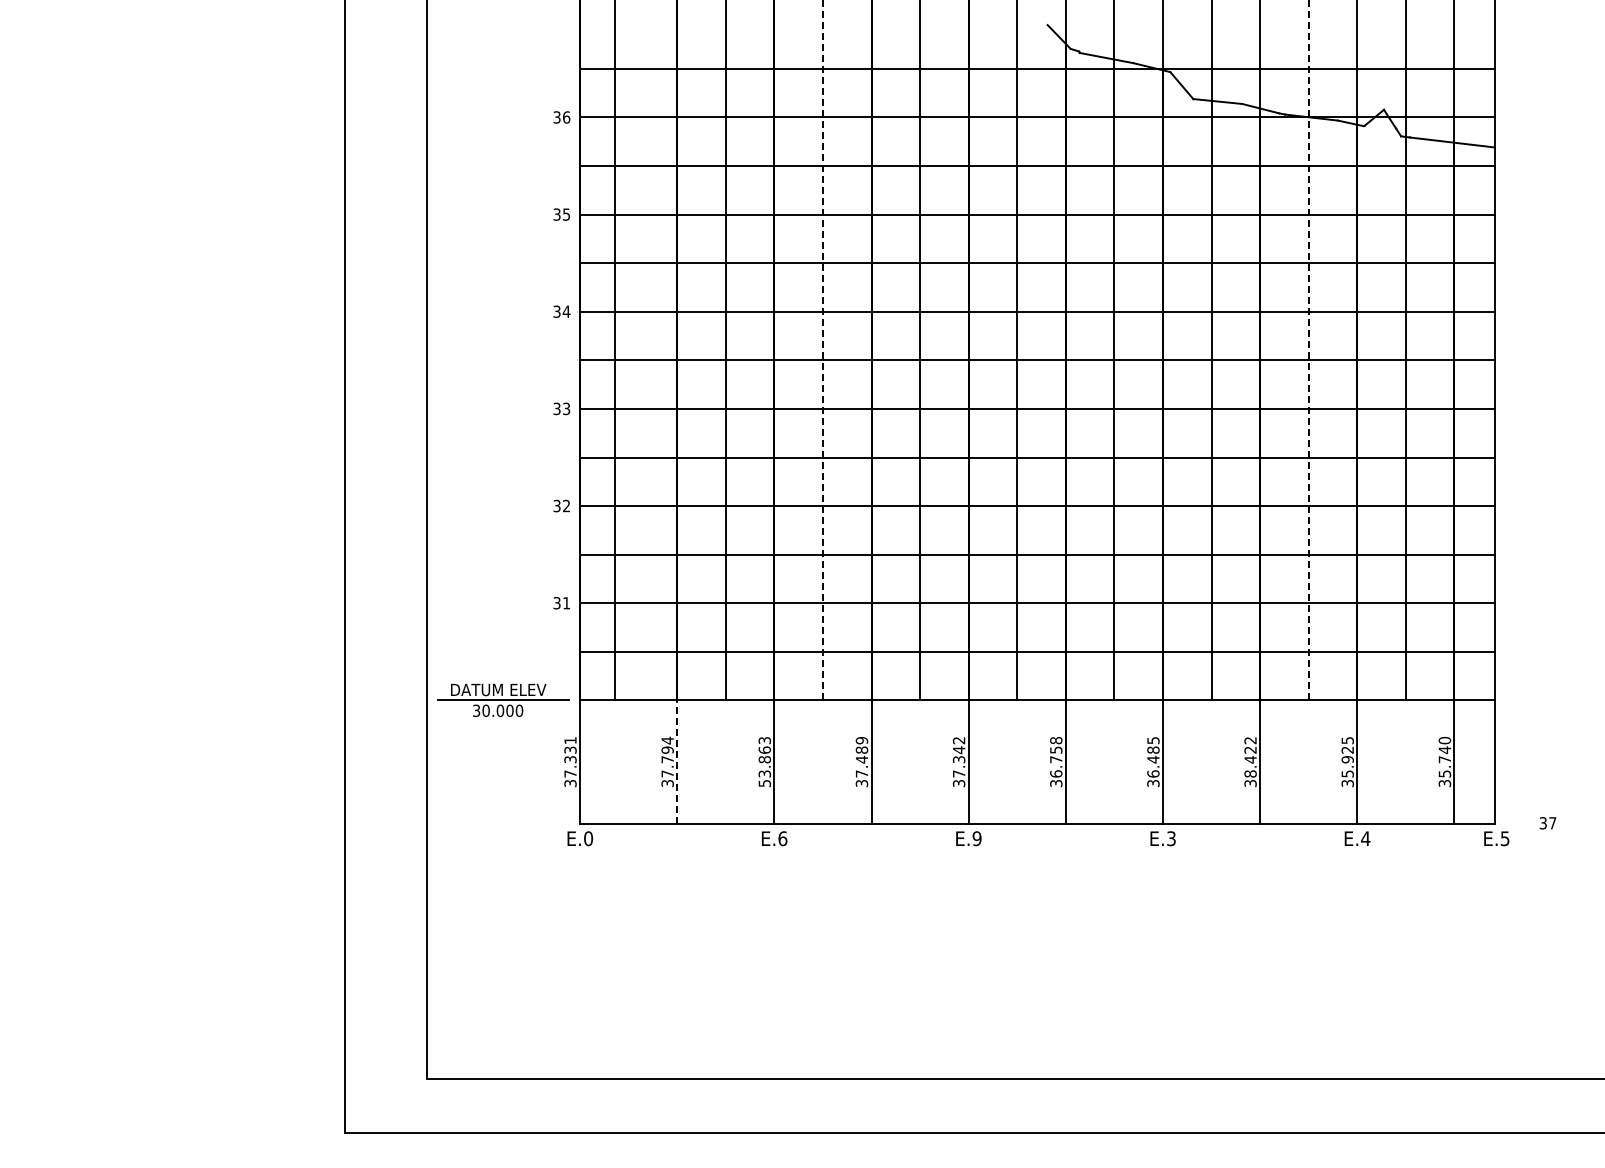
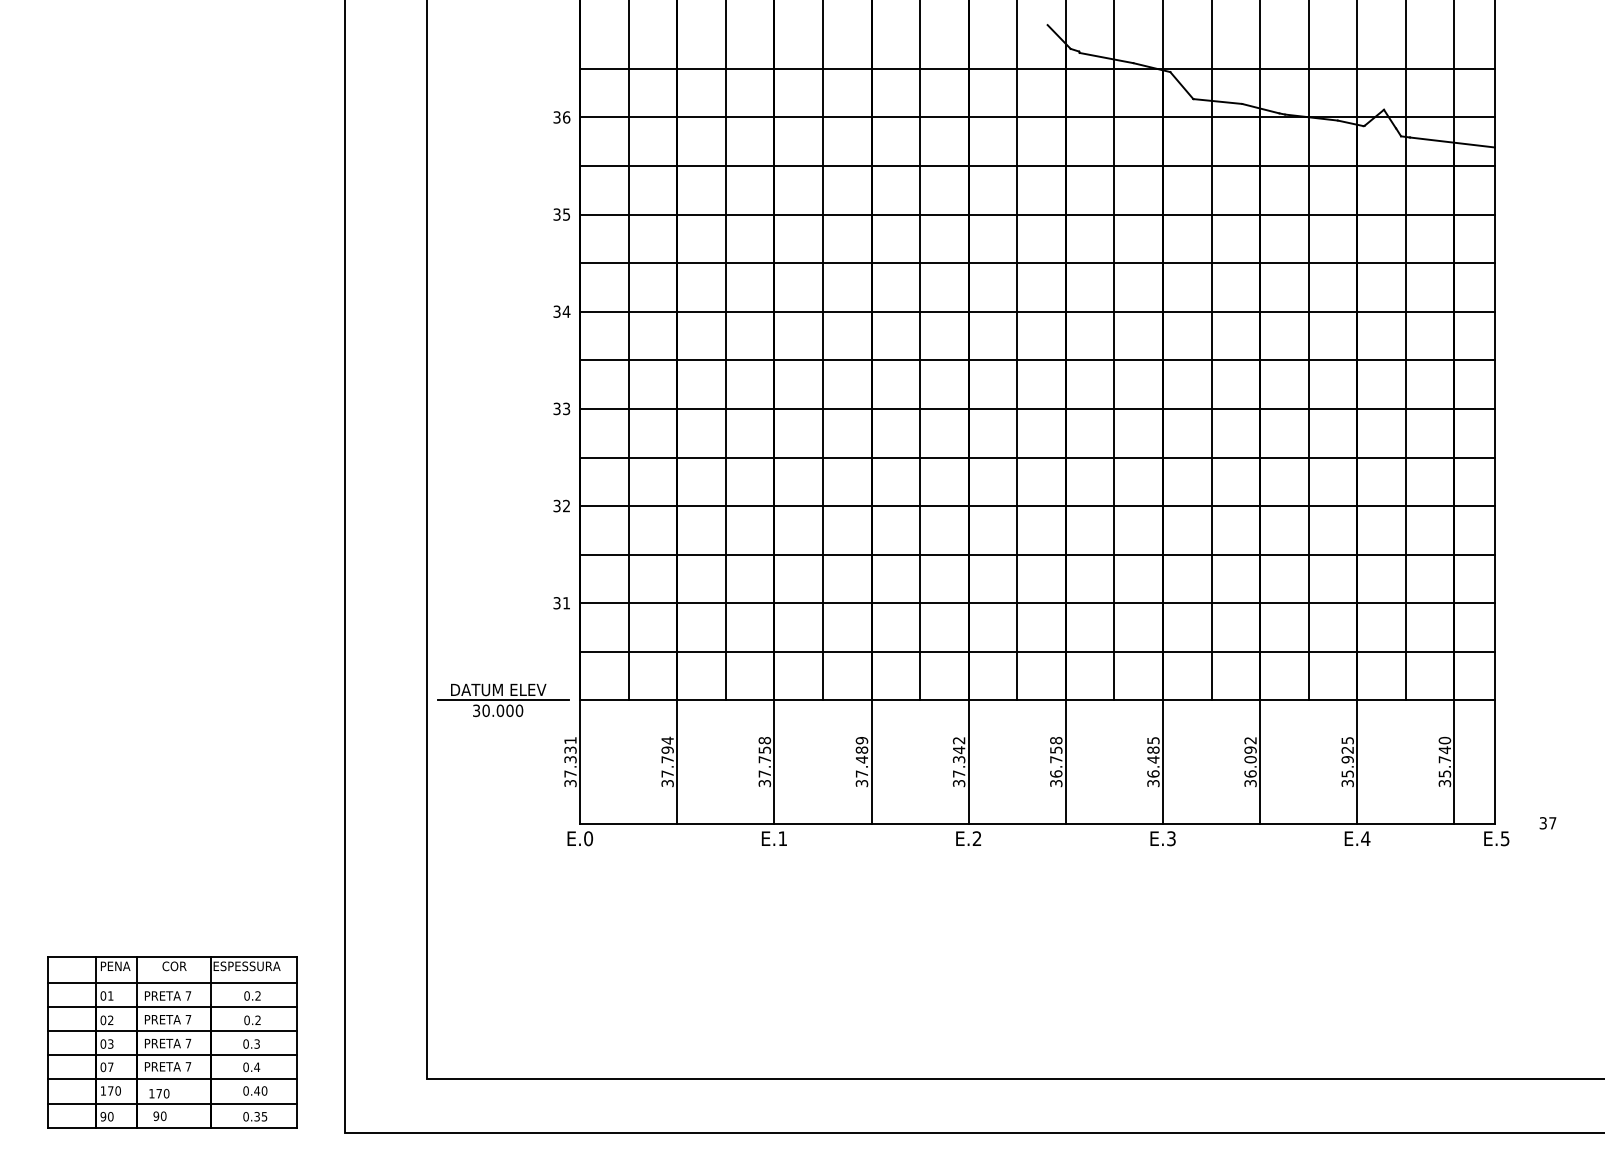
line at (822, 349): dashed -> solid
line at (1308, 349): dashed -> solid
line at (614, 351) position: (614, 351) -> (628, 351)
text at (764, 761): 53.863 -> 37.758
text at (1250, 761): 38.422 -> 36.092
line at (677, 762): dashed -> solid
text at (782, 838): E.6 -> E.1
text at (976, 838): E.9 -> E.2
part at (172, 1042): none -> present
